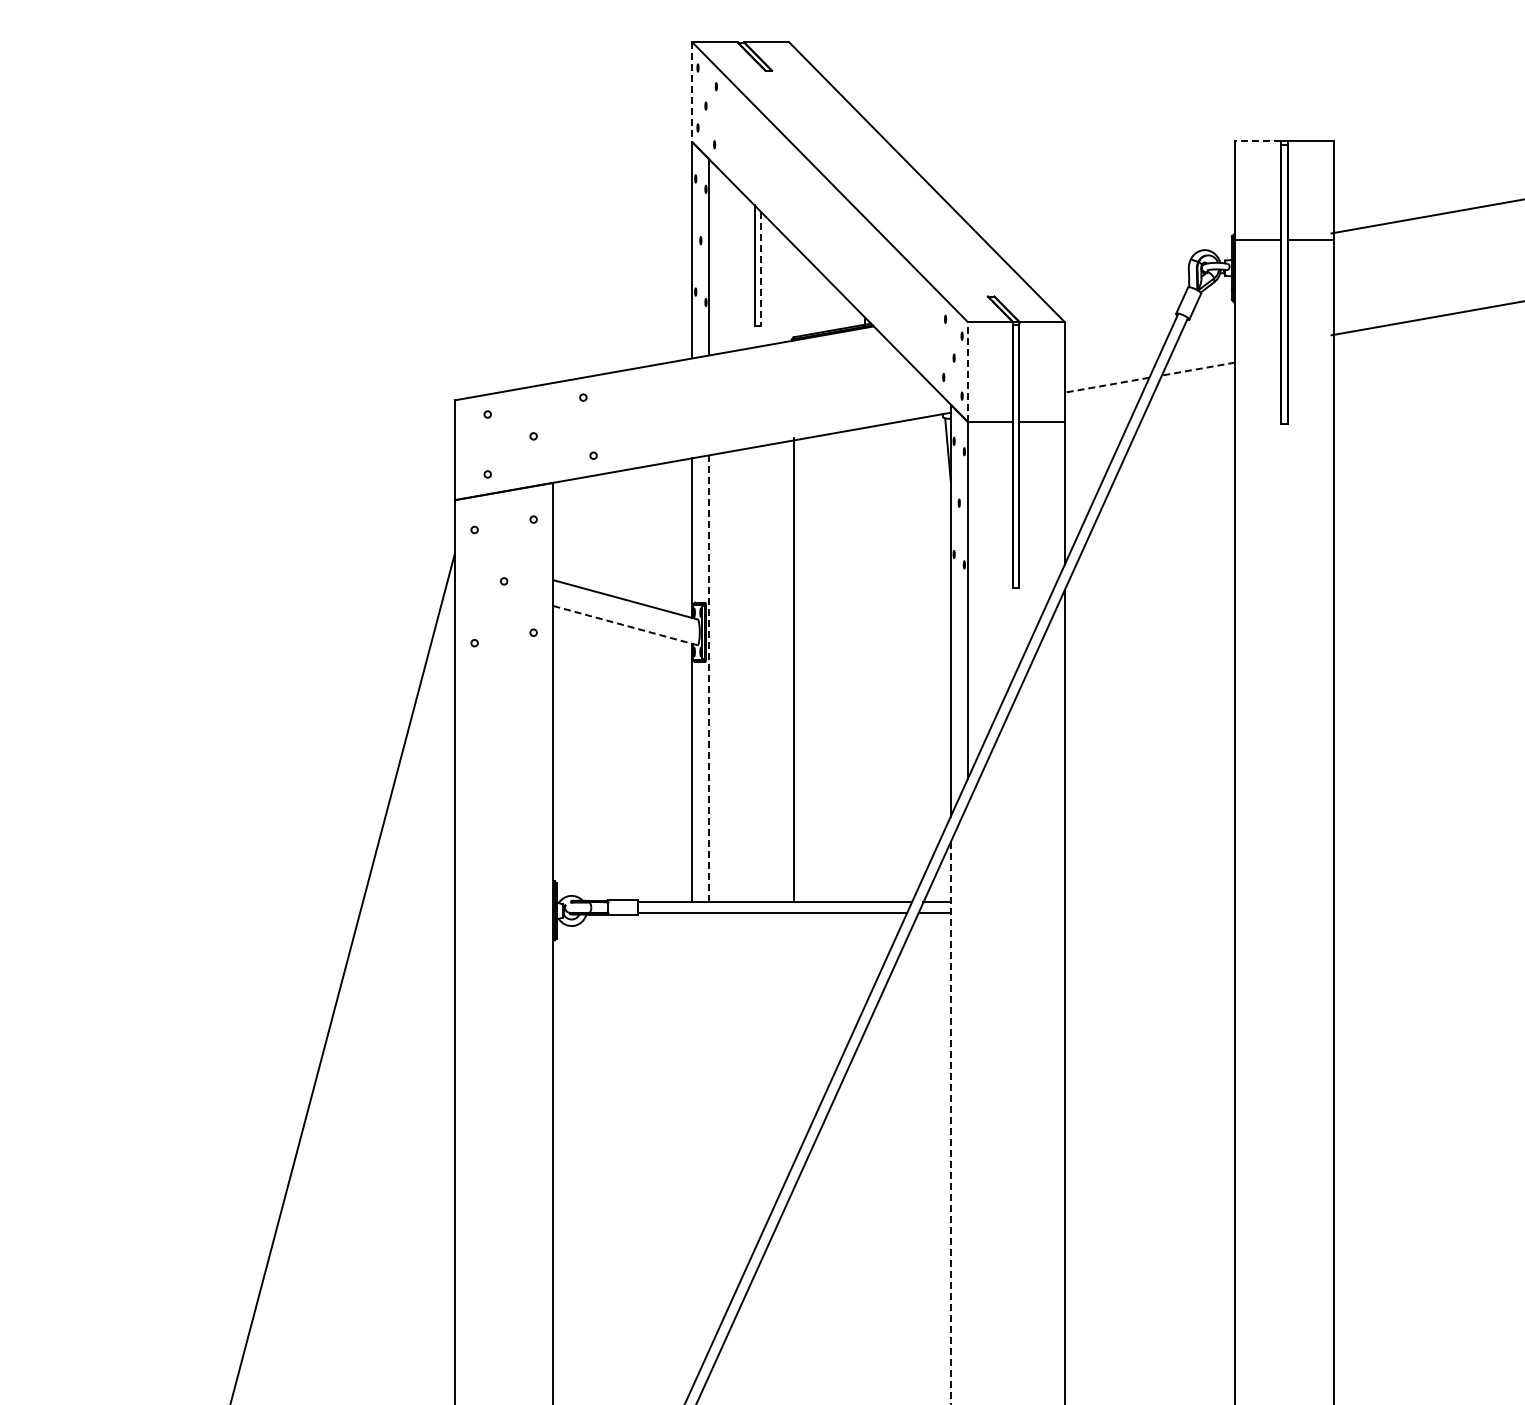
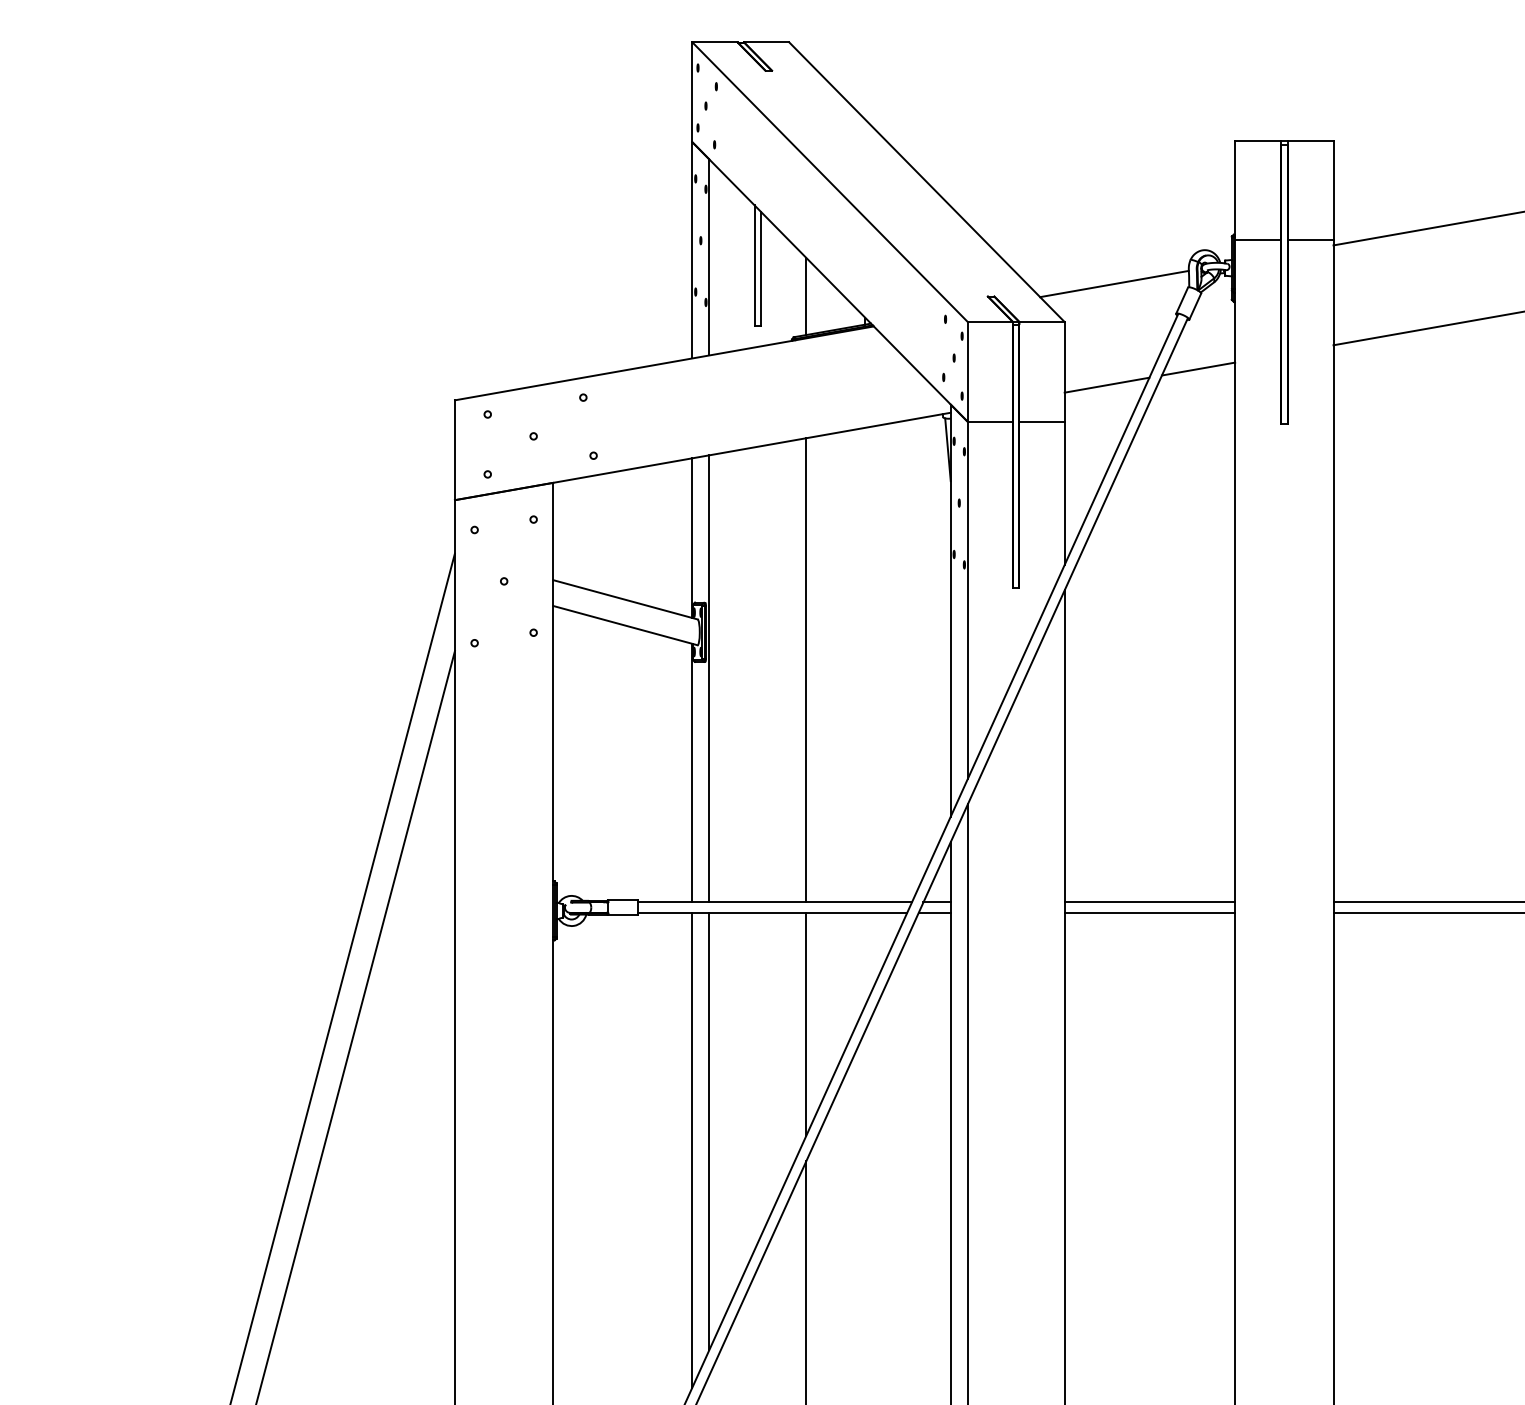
line at (692, 92): dashed -> solid
line at (1258, 140): dashed -> solid
line at (1426, 216) position: (1426, 216) -> (1427, 228)
line at (761, 269): dashed -> solid
line at (1114, 283): none -> present
line at (806, 296): none -> present
line at (1426, 318) position: (1426, 318) -> (1427, 328)
line at (1198, 369): dashed -> solid
line at (967, 371): dashed -> solid
line at (1106, 385): dashed -> solid
line at (625, 625): dashed -> solid
line at (794, 670) position: (794, 670) -> (806, 670)
line at (709, 678): dashed -> solid
line at (1149, 902): none -> present
line at (1427, 902): none -> present
line at (1149, 912): none -> present
line at (1427, 912): none -> present
line at (806, 1024): none -> present
line at (355, 1026): none -> present
line at (967, 1102): none -> present
line at (950, 1123): dashed -> solid
line at (709, 1130): none -> present
line at (692, 1149): none -> present
line at (806, 1281): none -> present
